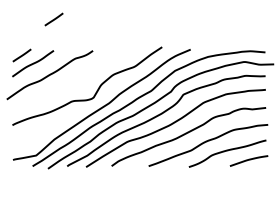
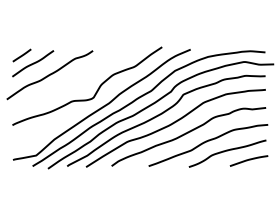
line at (53, 19): present -> none
